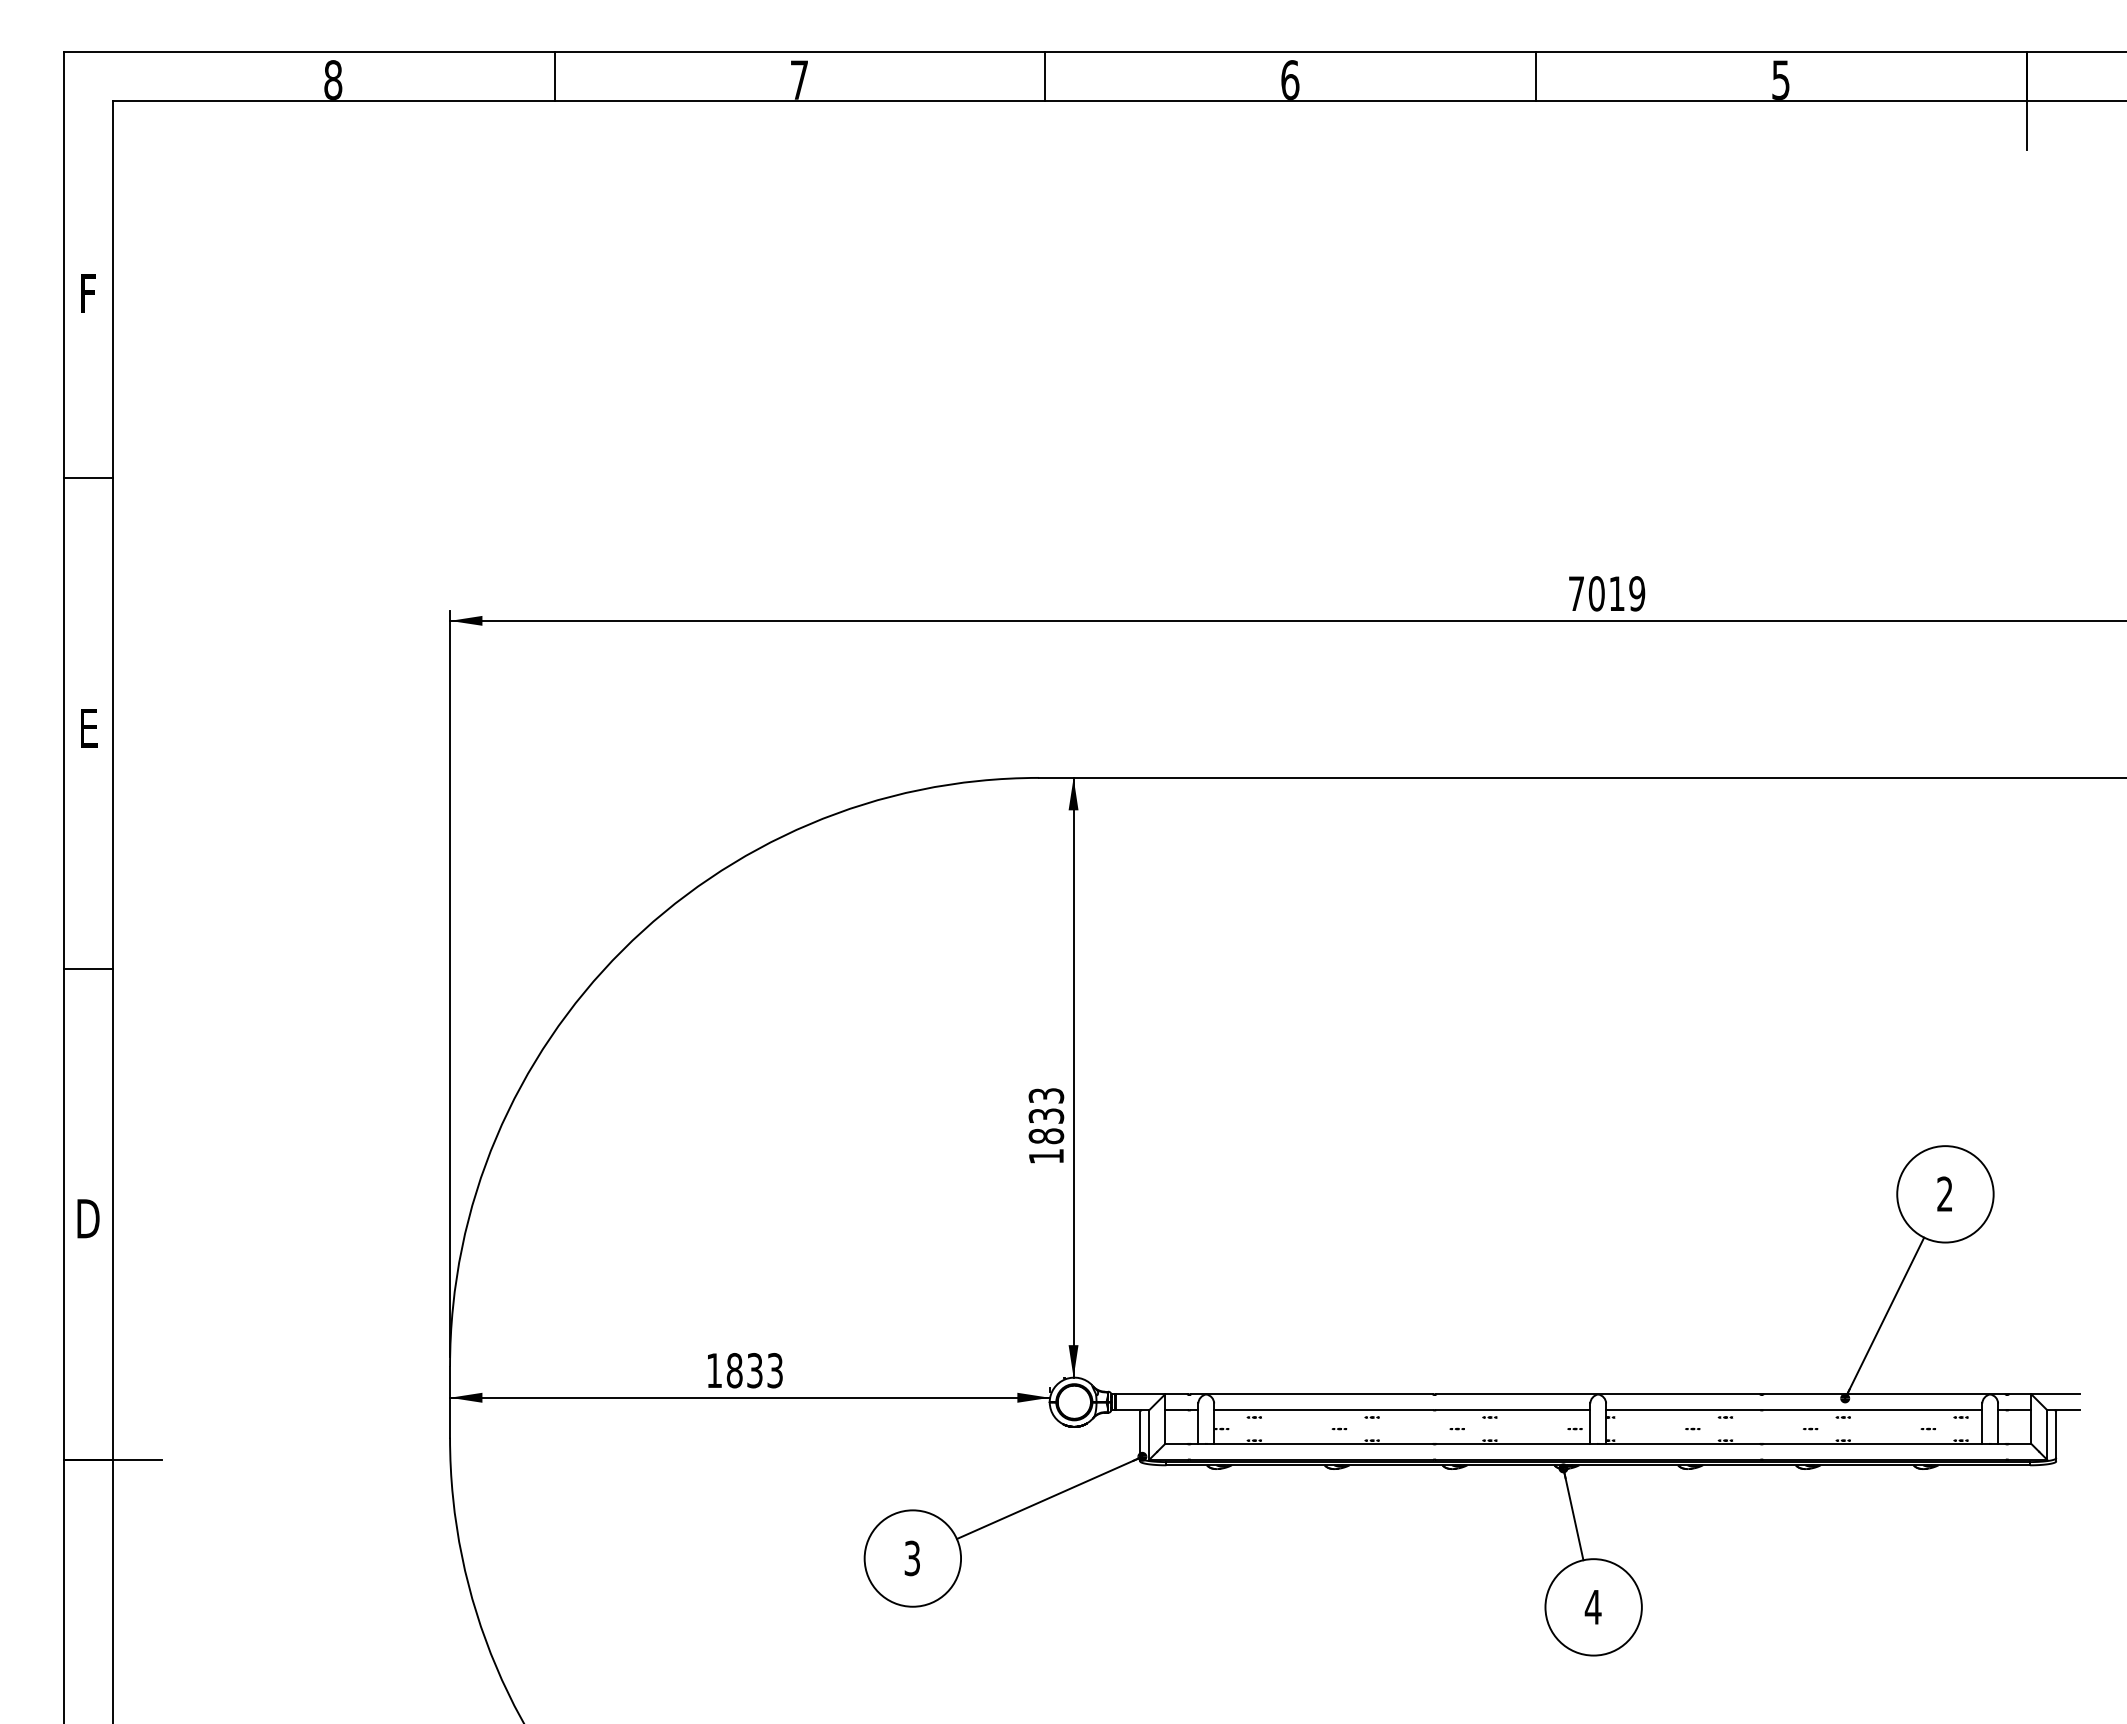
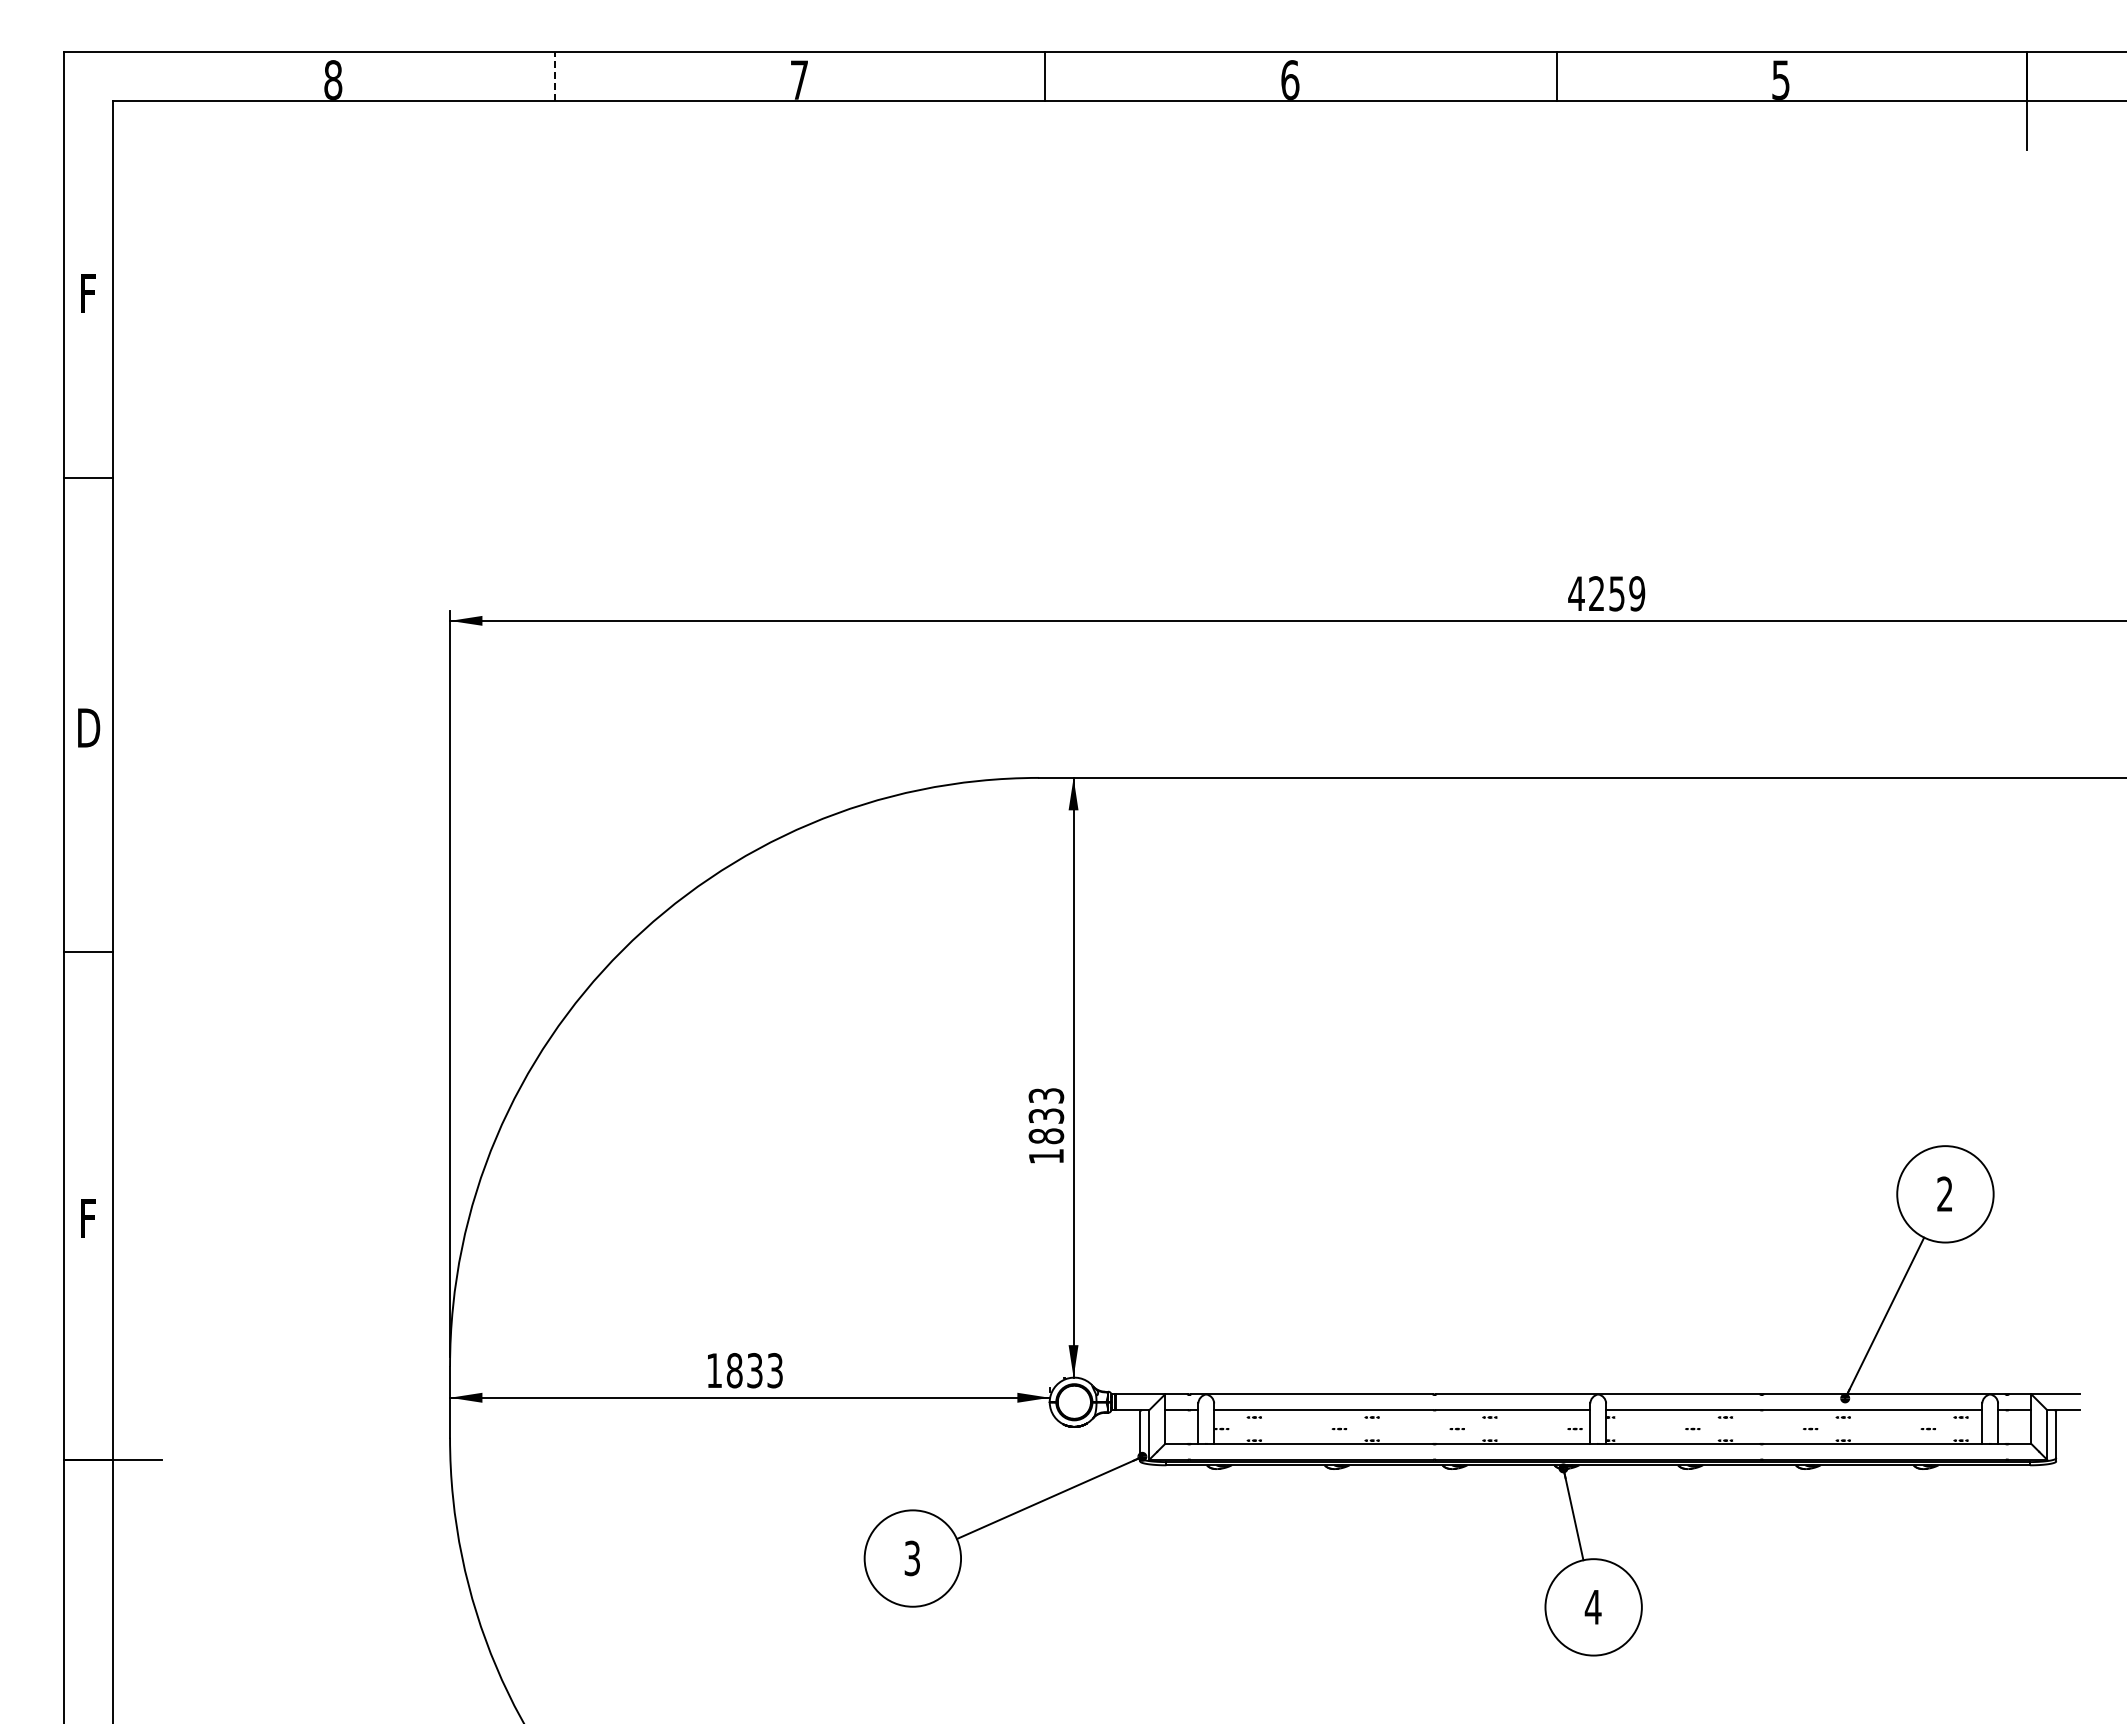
line at (1536, 75) position: (1536, 75) -> (1557, 75)
line at (554, 76): solid -> dashed
text at (1596, 593): 7019 -> 4259
text at (89, 727): E -> D
line at (87, 969) position: (87, 969) -> (87, 952)
text at (88, 1218): D -> F
